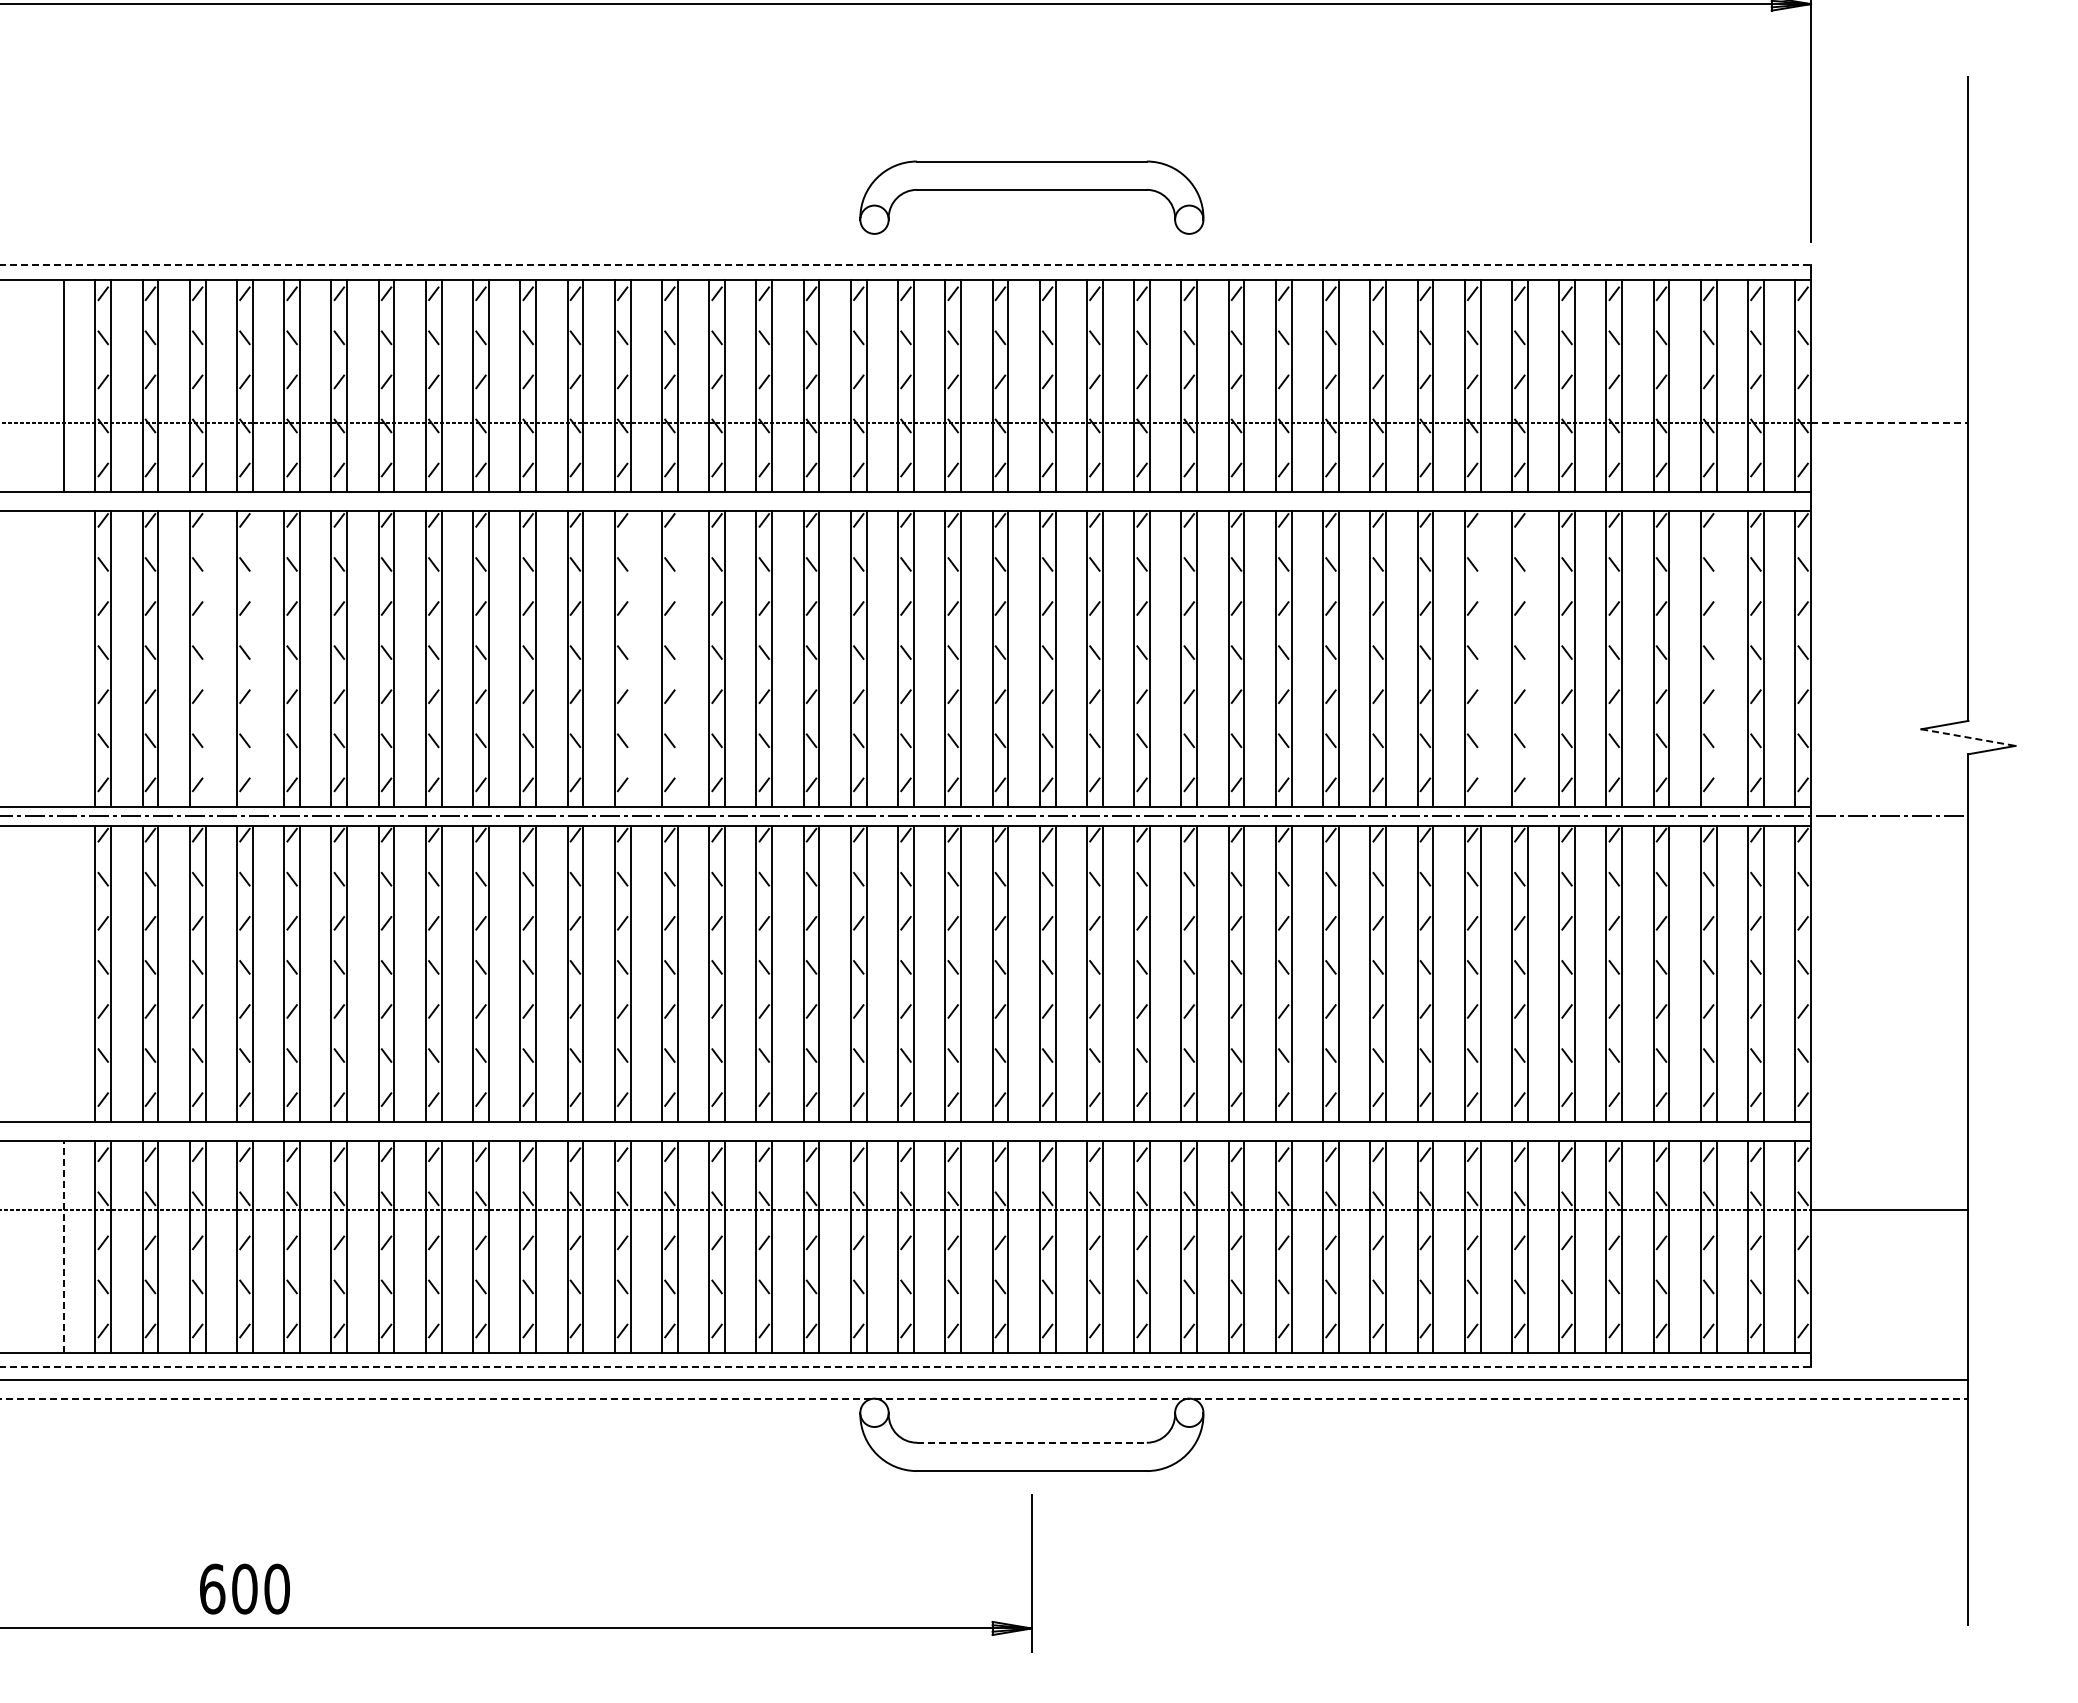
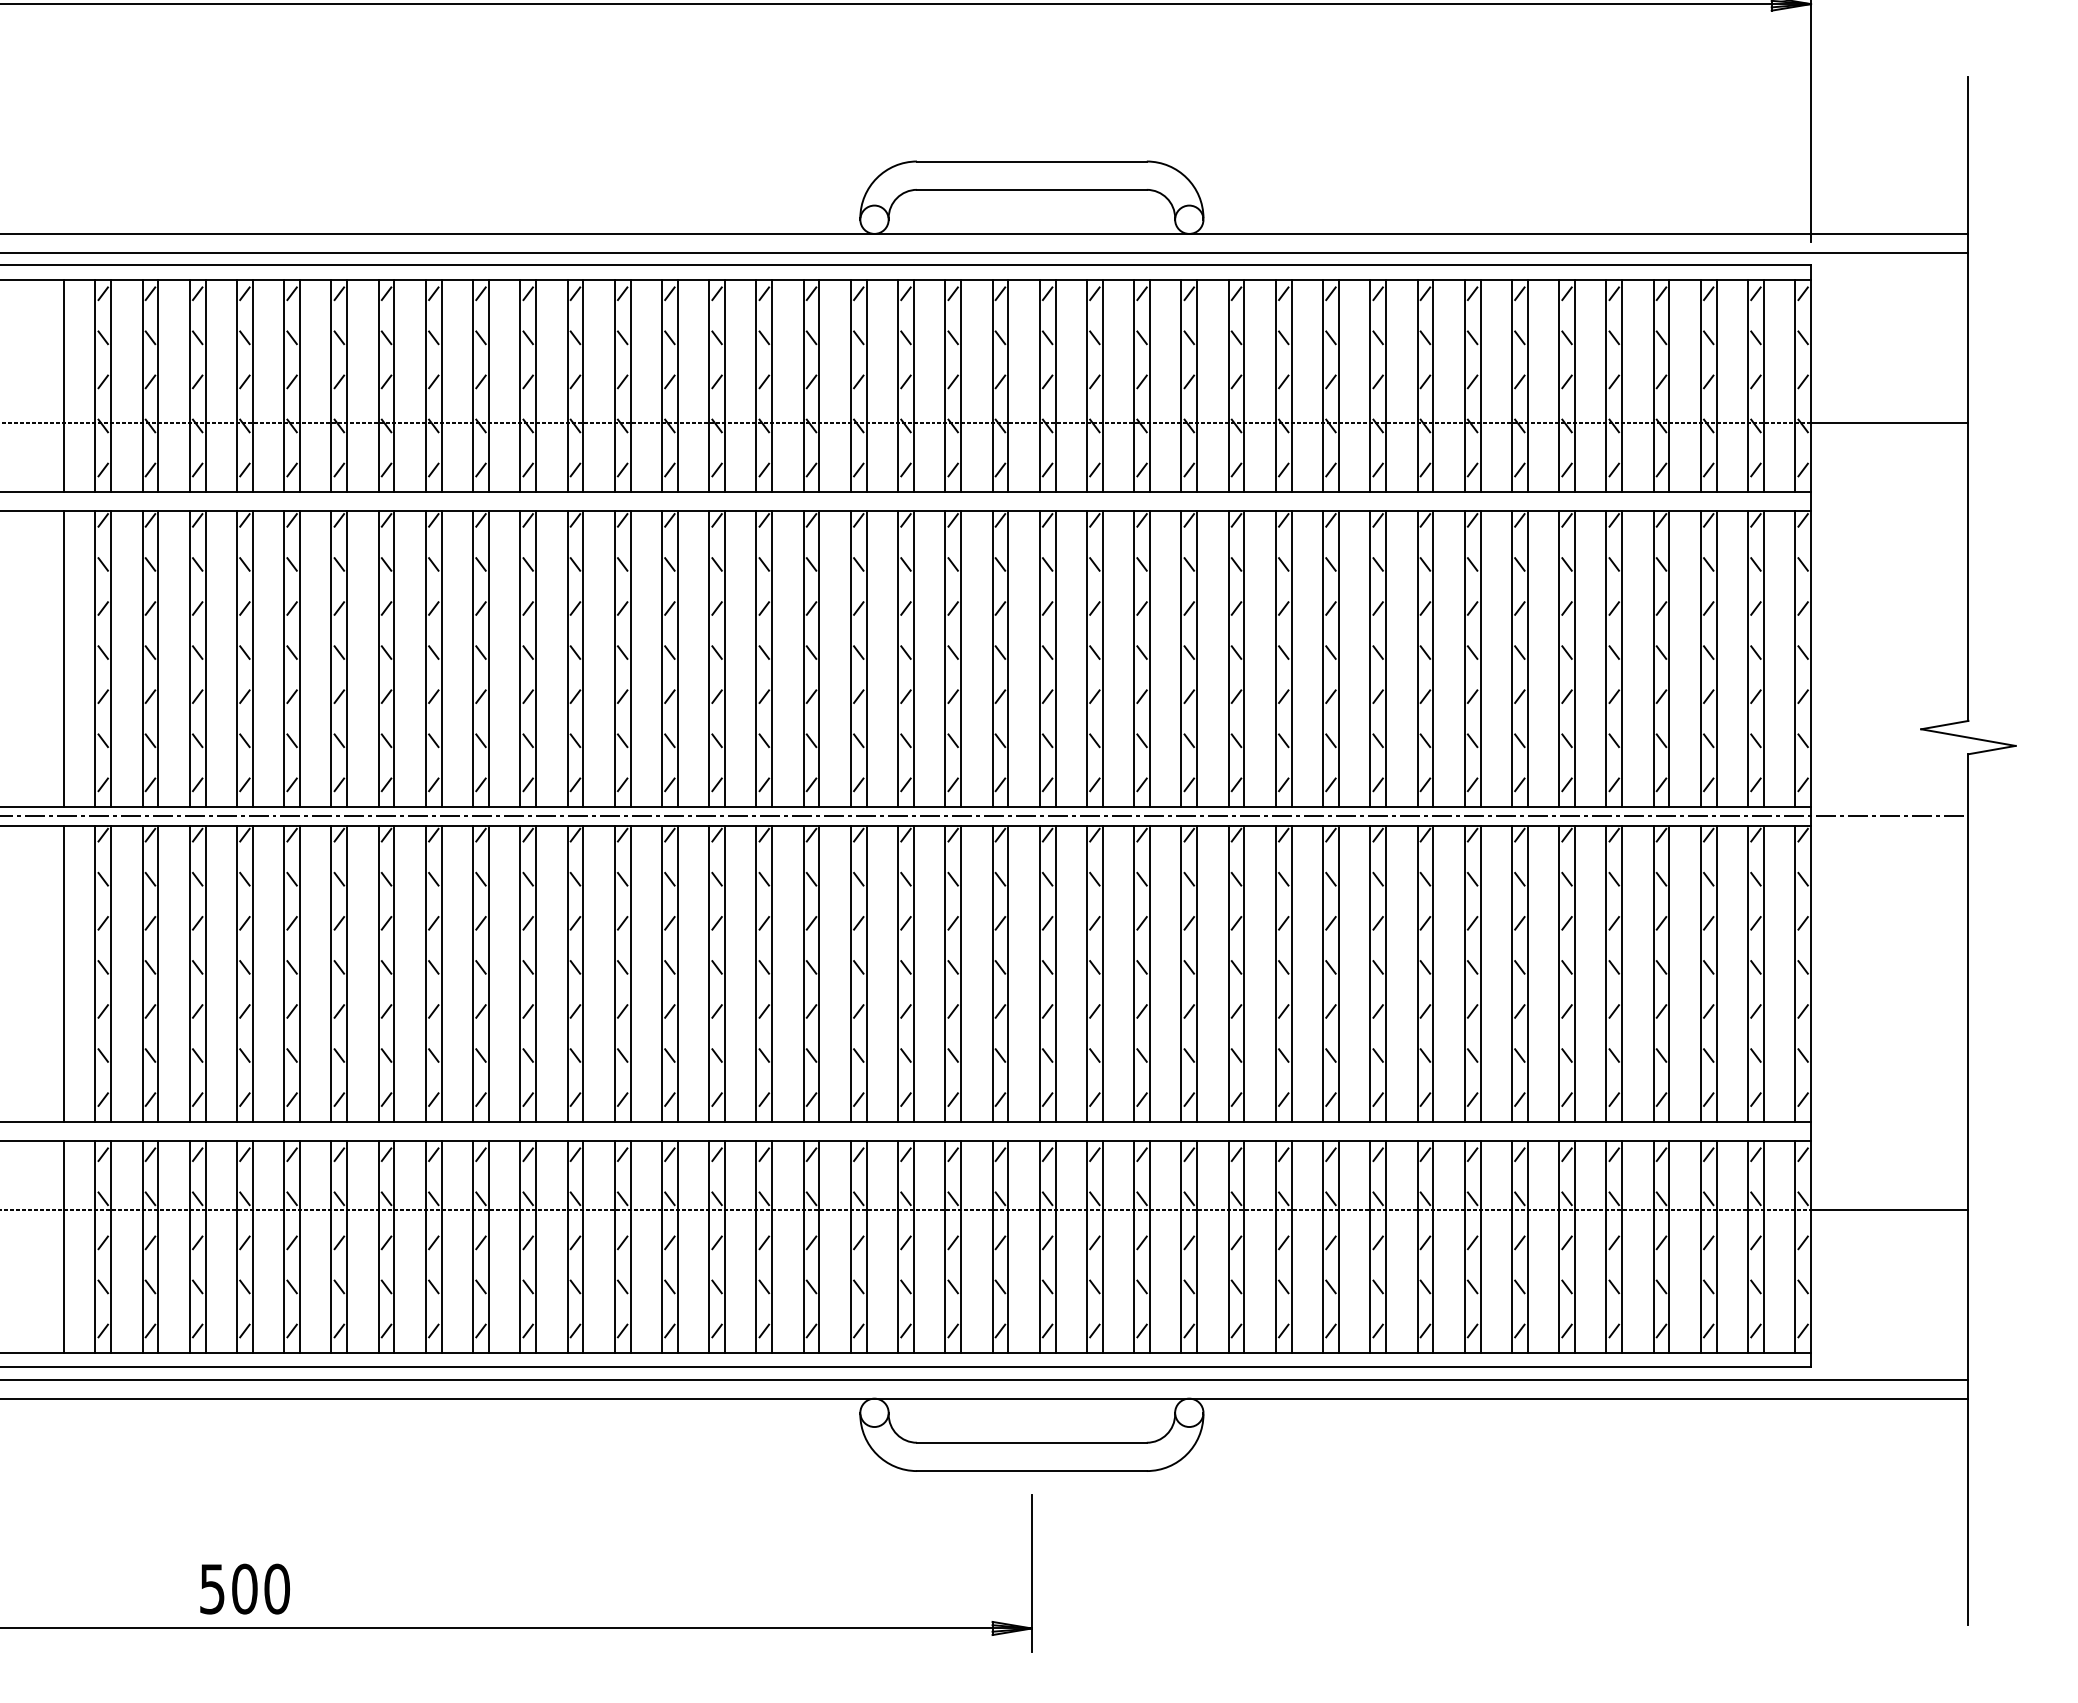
line at (985, 233): none -> present
line at (985, 252): none -> present
line at (906, 265): dashed -> solid
line at (1889, 422): dashed -> solid
line at (63, 658): none -> present
line at (205, 658): none -> present
line at (252, 658): none -> present
line at (630, 658): none -> present
line at (677, 658): none -> present
line at (1480, 658): none -> present
line at (1527, 658): none -> present
line at (1716, 658): none -> present
line at (1968, 737): dashed -> solid
line at (63, 973): none -> present
line at (63, 1246): dashed -> solid
line at (906, 1367): dashed -> solid
line at (984, 1398): dashed -> solid
line at (1031, 1442): dashed -> solid
text at (212, 1588): 600 -> 500
